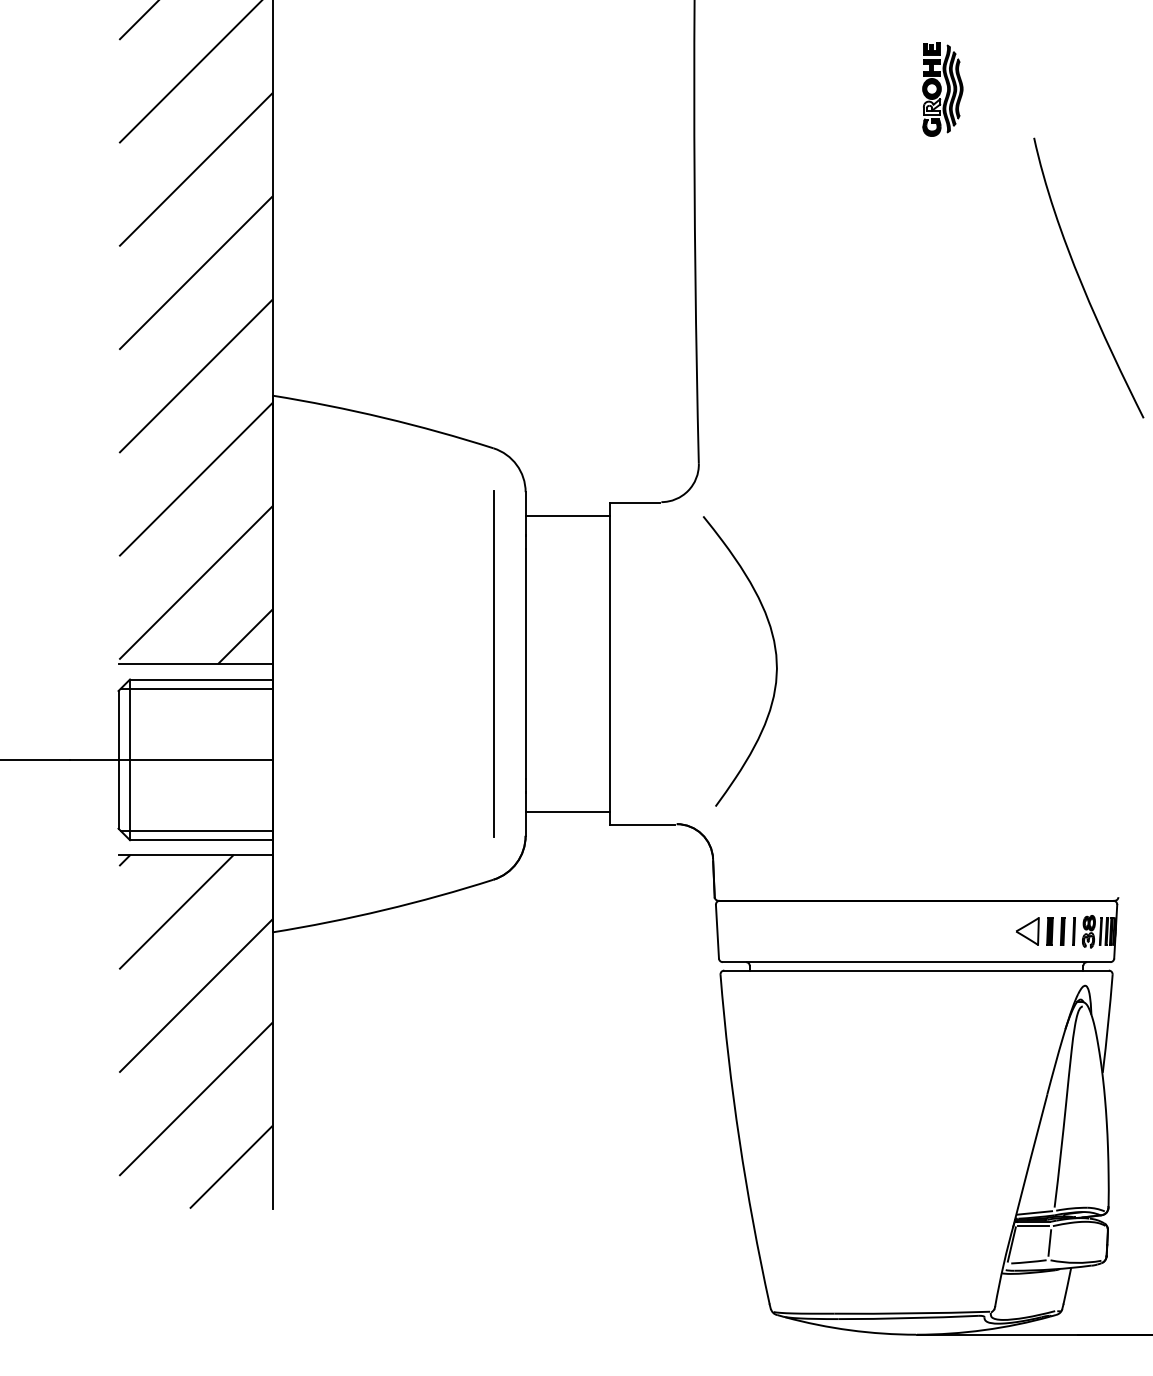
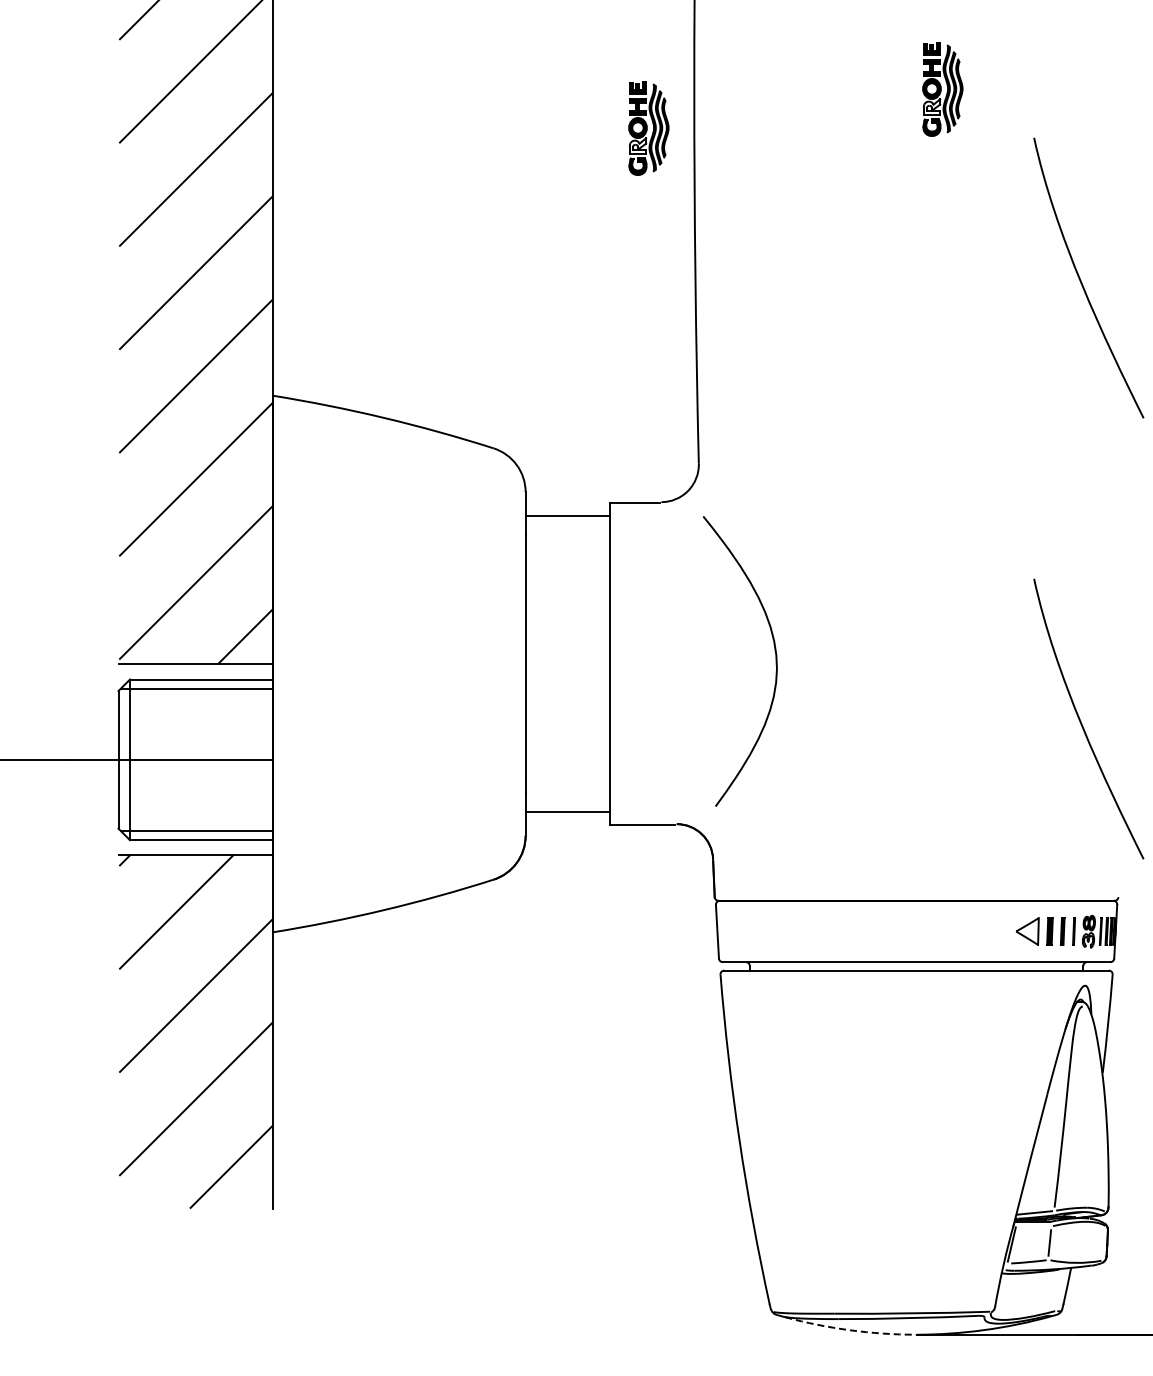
part at (648, 128): none -> present
line at (493, 663): present -> none
curve at (1081, 721): none -> present
line at (1033, 1225): present -> none
arc at (850, 1330): solid -> dashed
